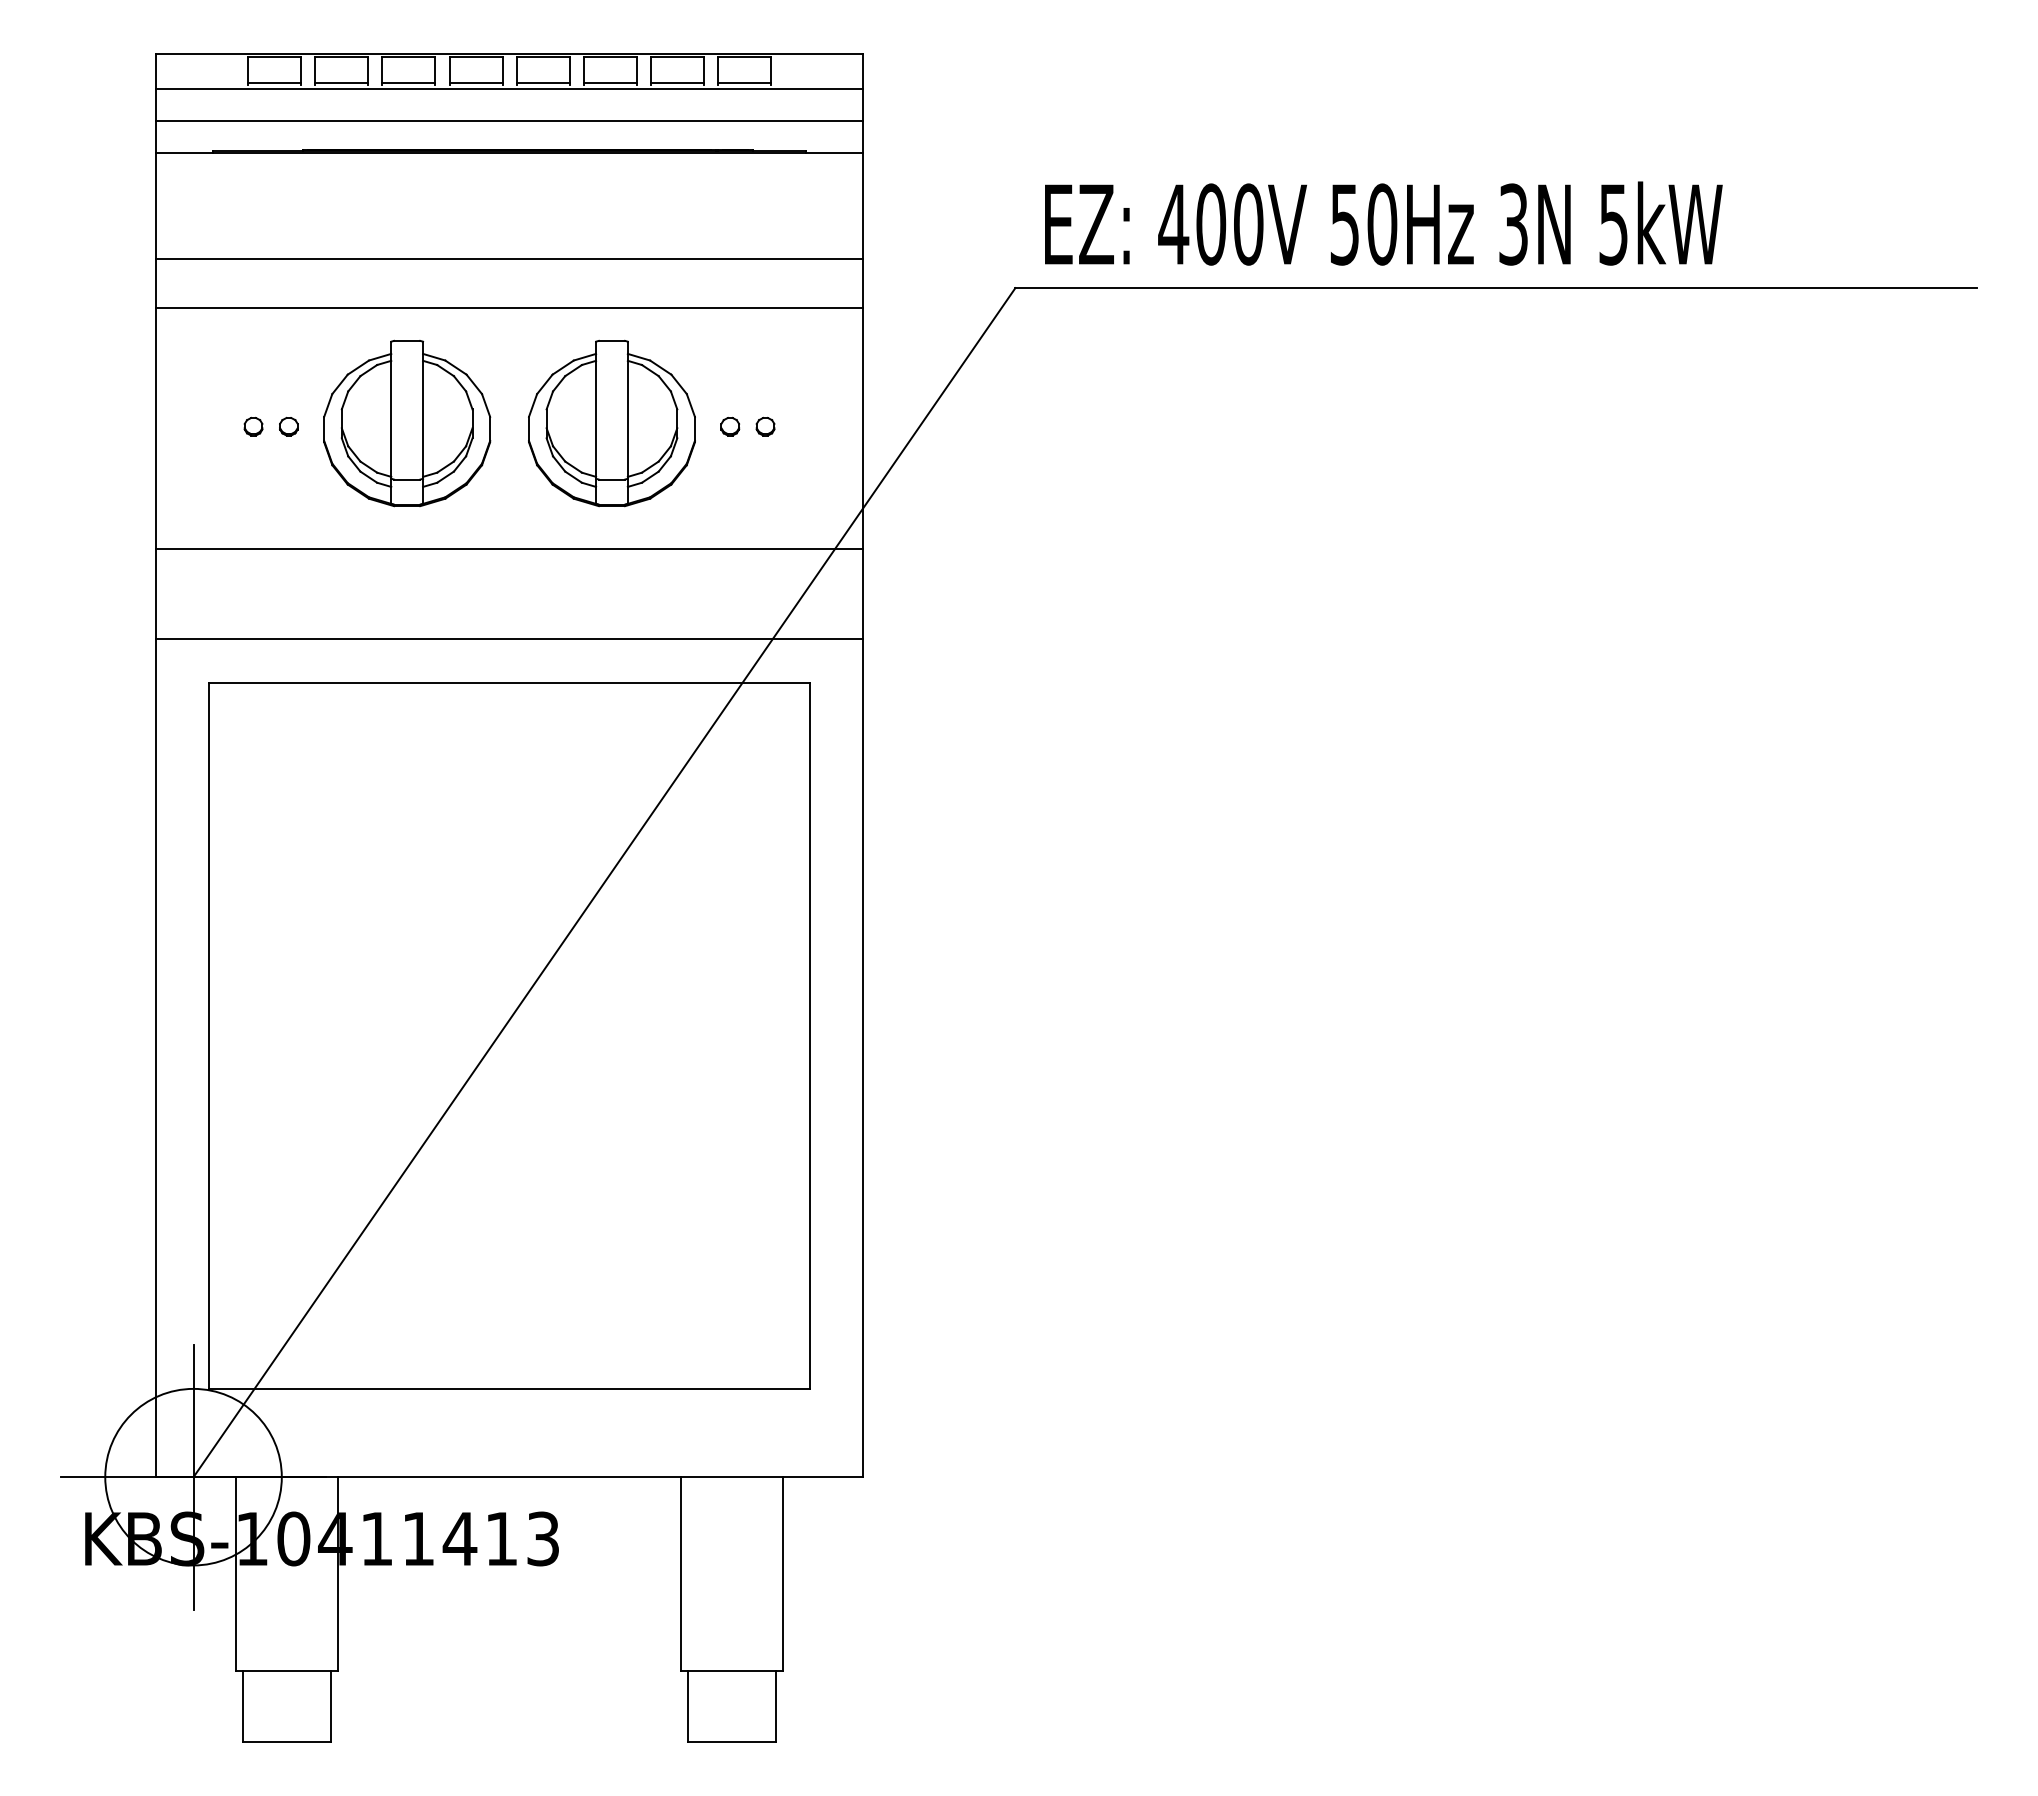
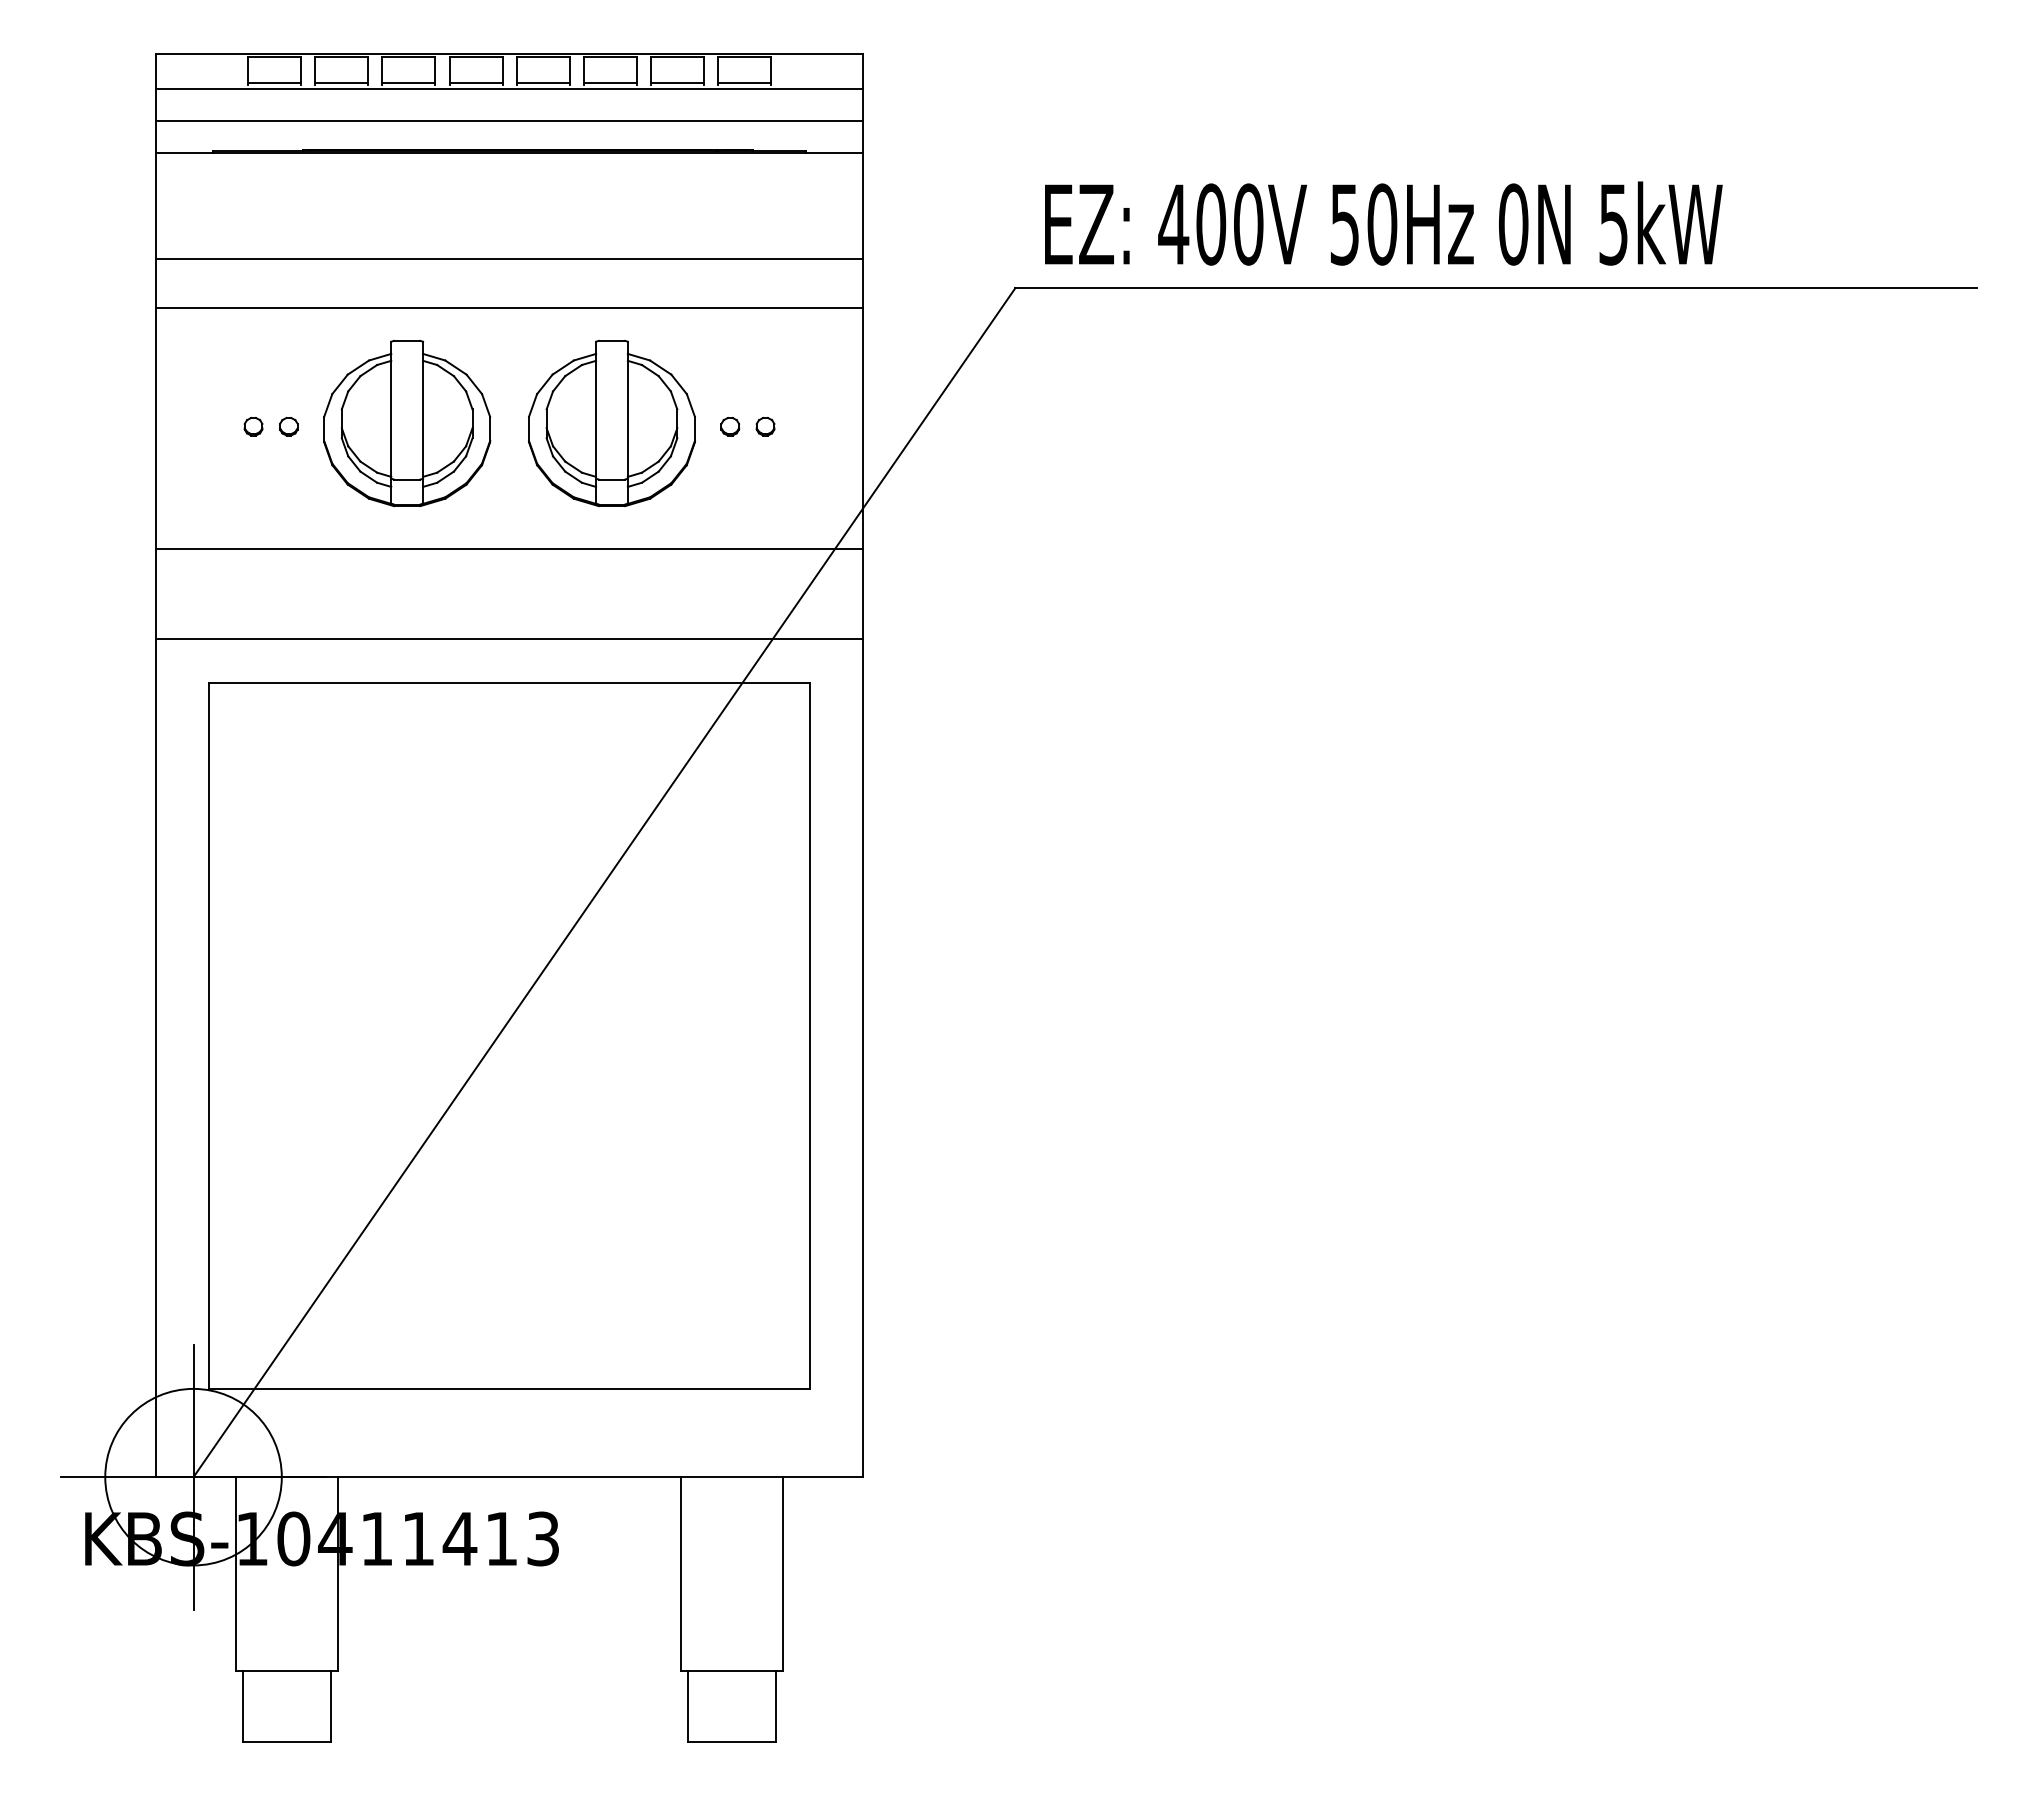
text at (1513, 224): 3N -> 0N
